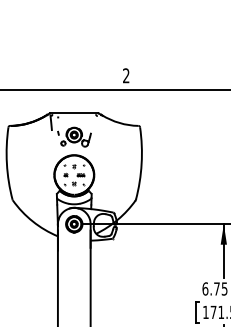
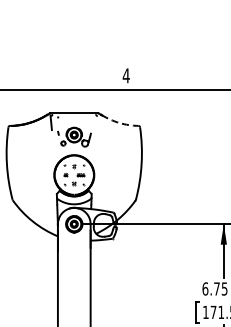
text at (125, 75): 2 -> 4
arc at (119, 123): solid -> dashed
